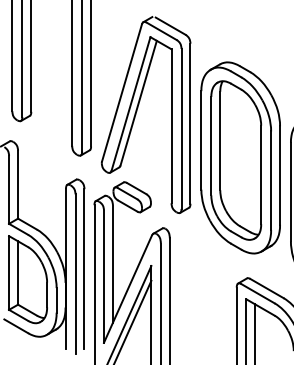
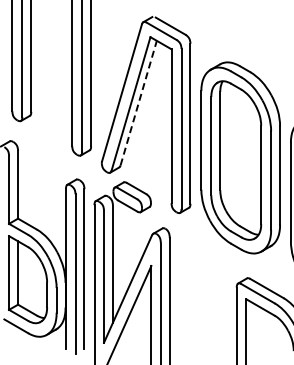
line at (138, 103): solid -> dashed
line at (133, 320): present -> none
line at (255, 332): present -> none
